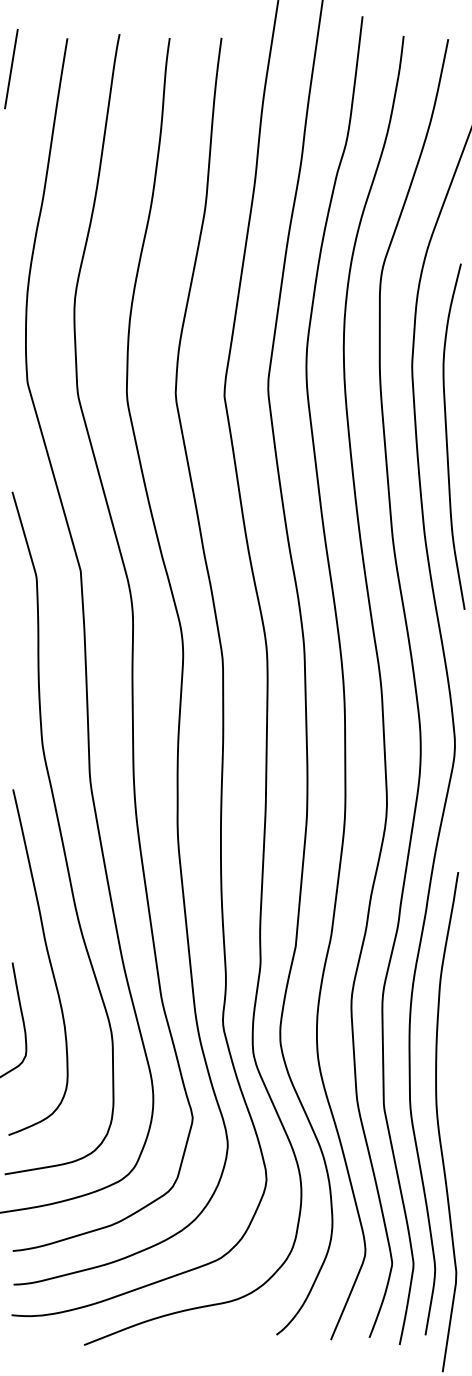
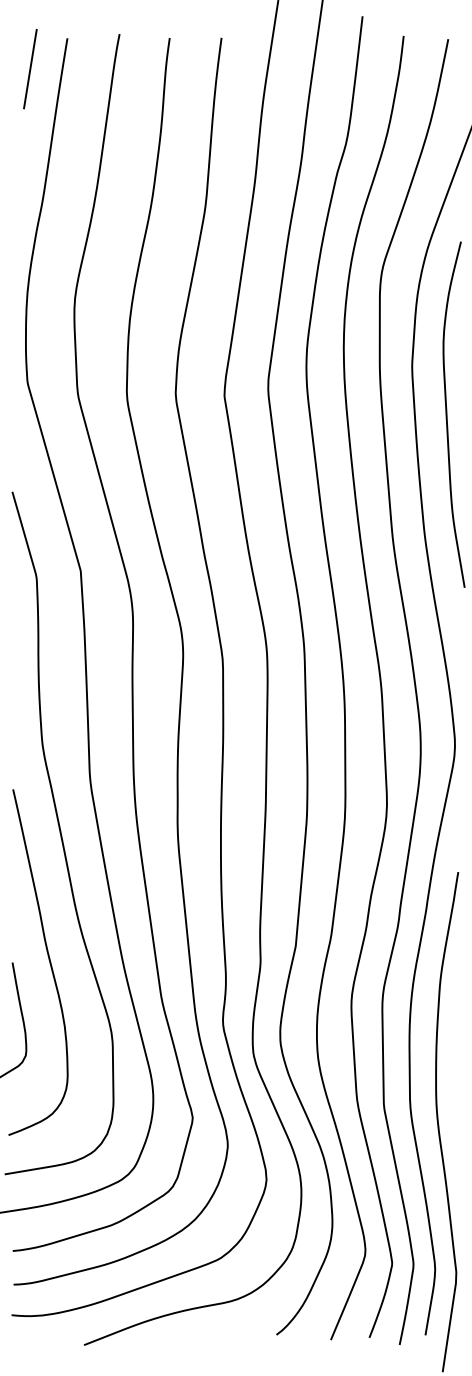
line at (11, 69) position: (11, 69) -> (30, 69)
curve at (447, 436) position: (447, 436) -> (447, 414)
